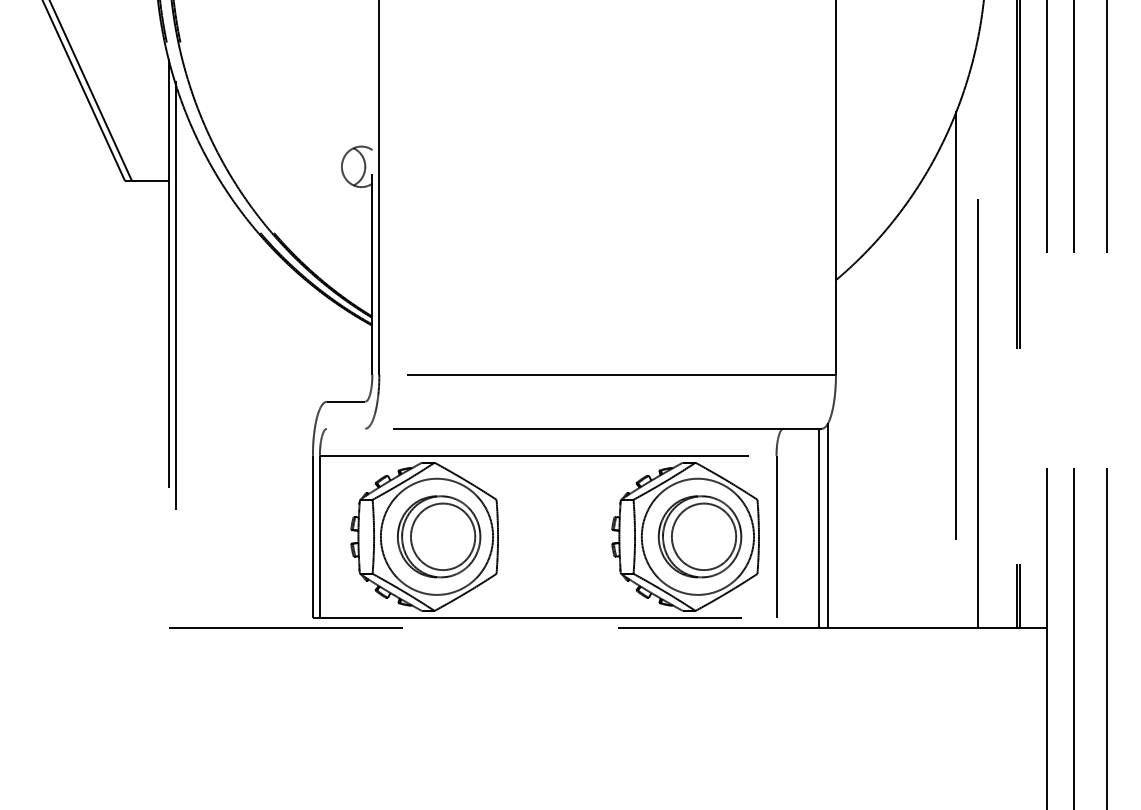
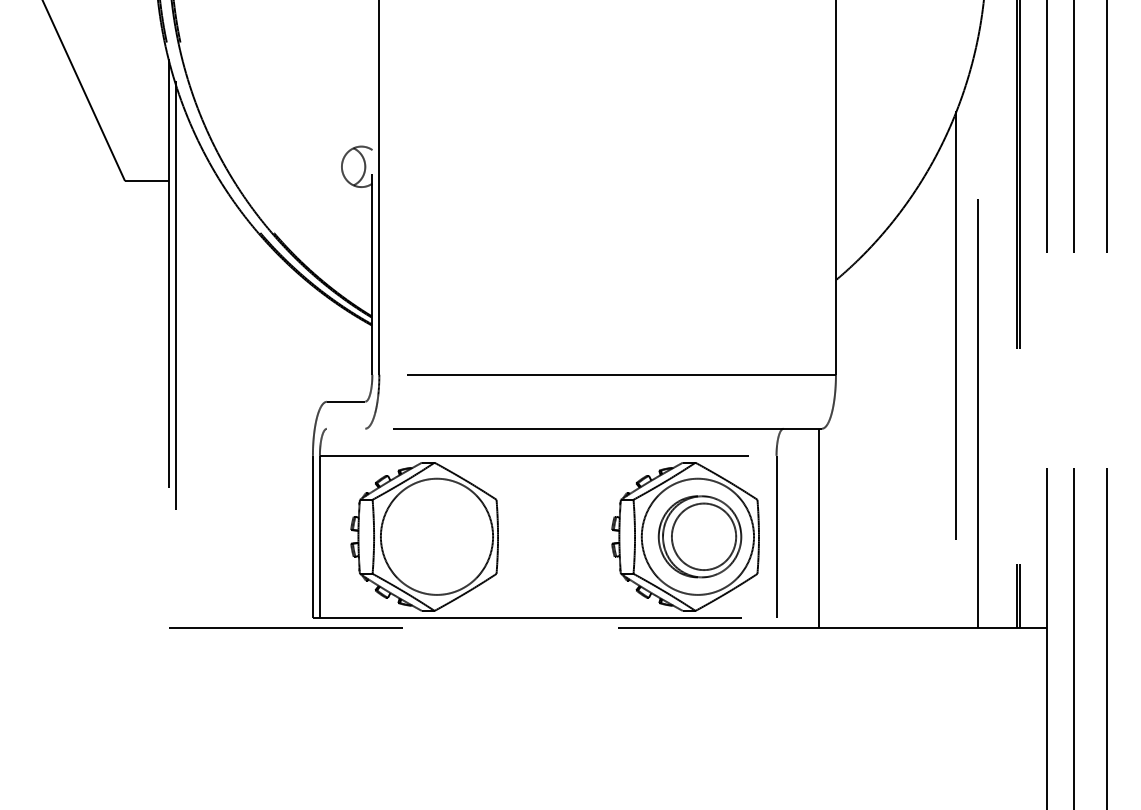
line at (91, 91): present -> none
line at (828, 525): present -> none
part at (439, 536): present -> none
